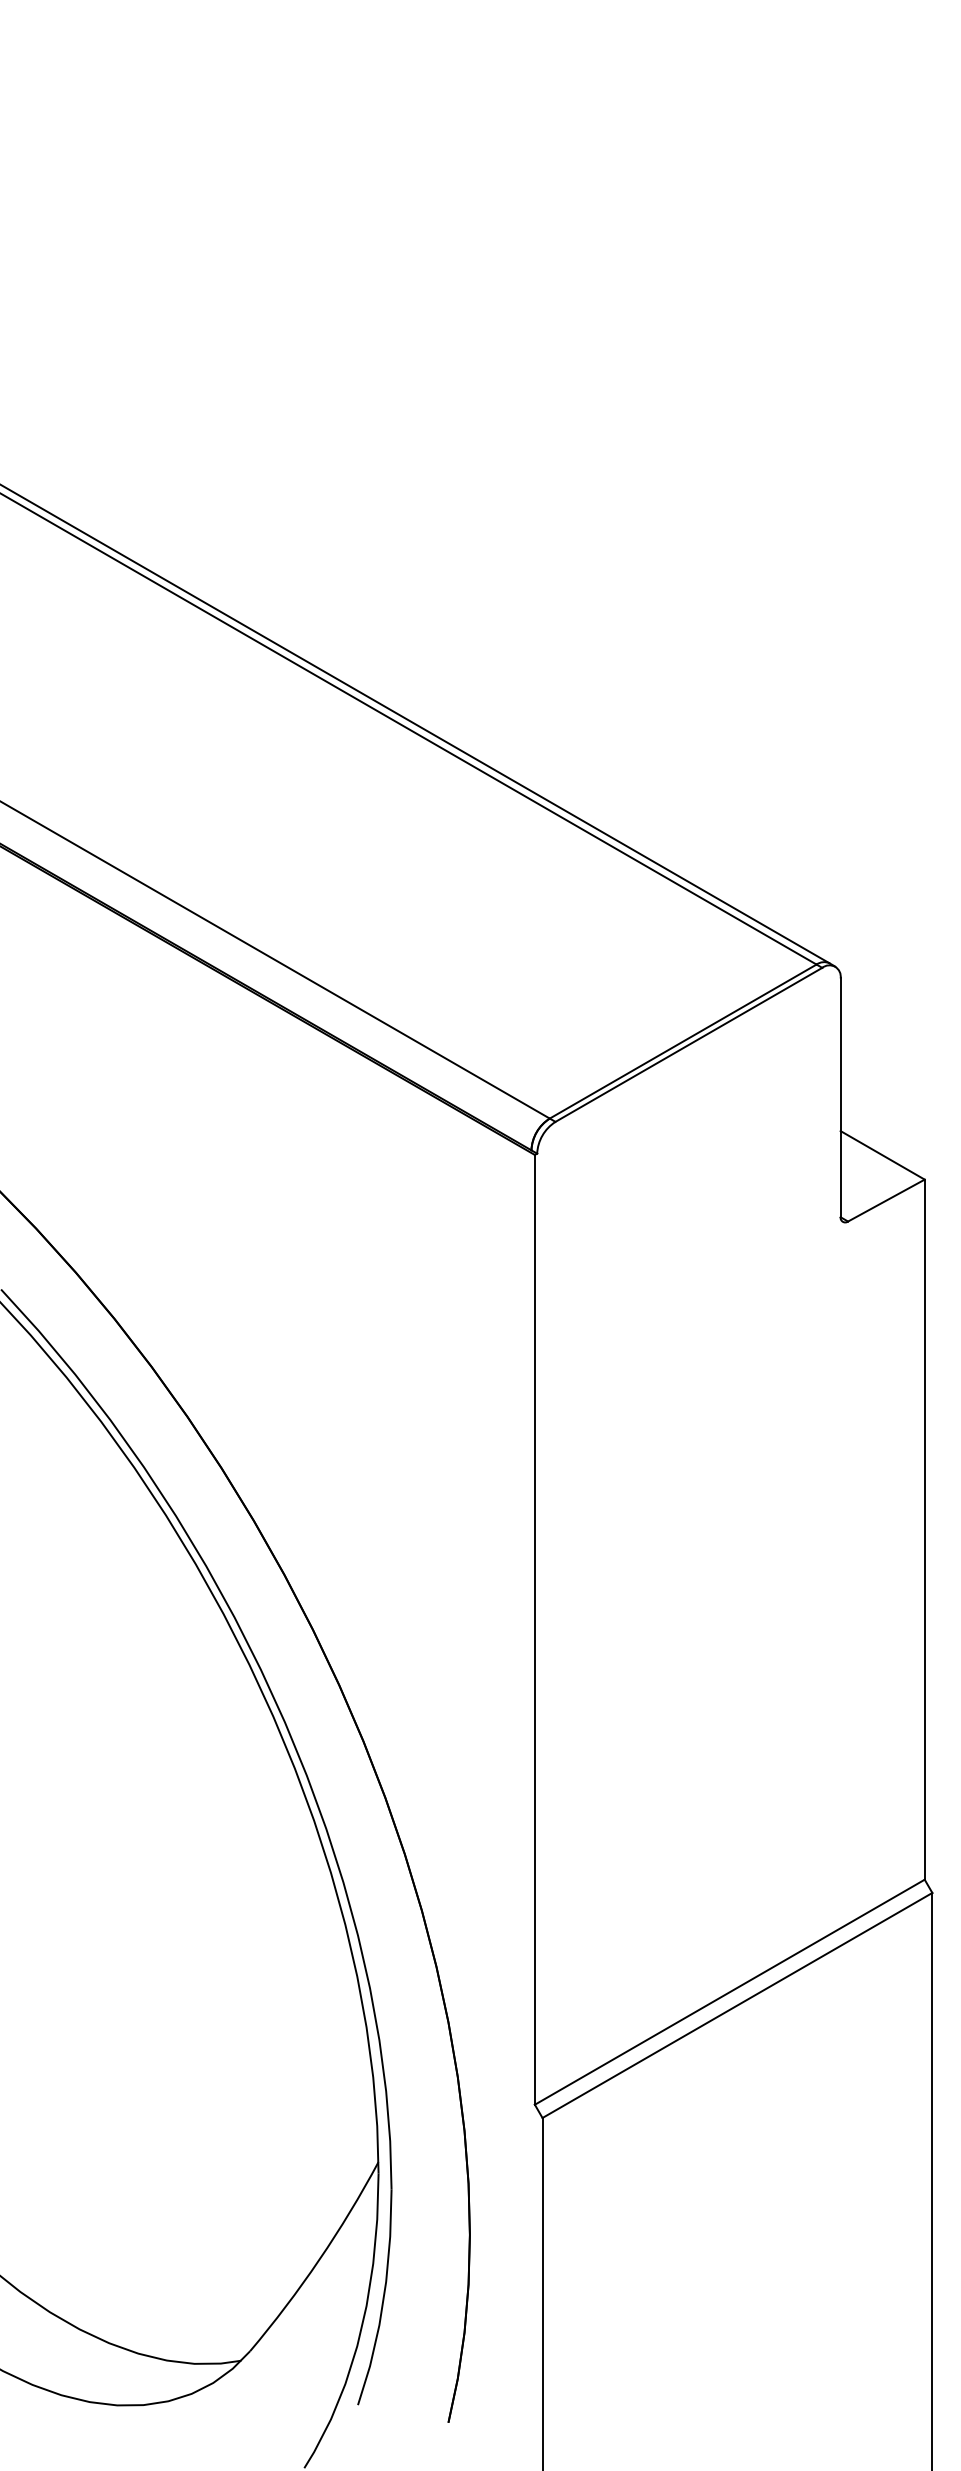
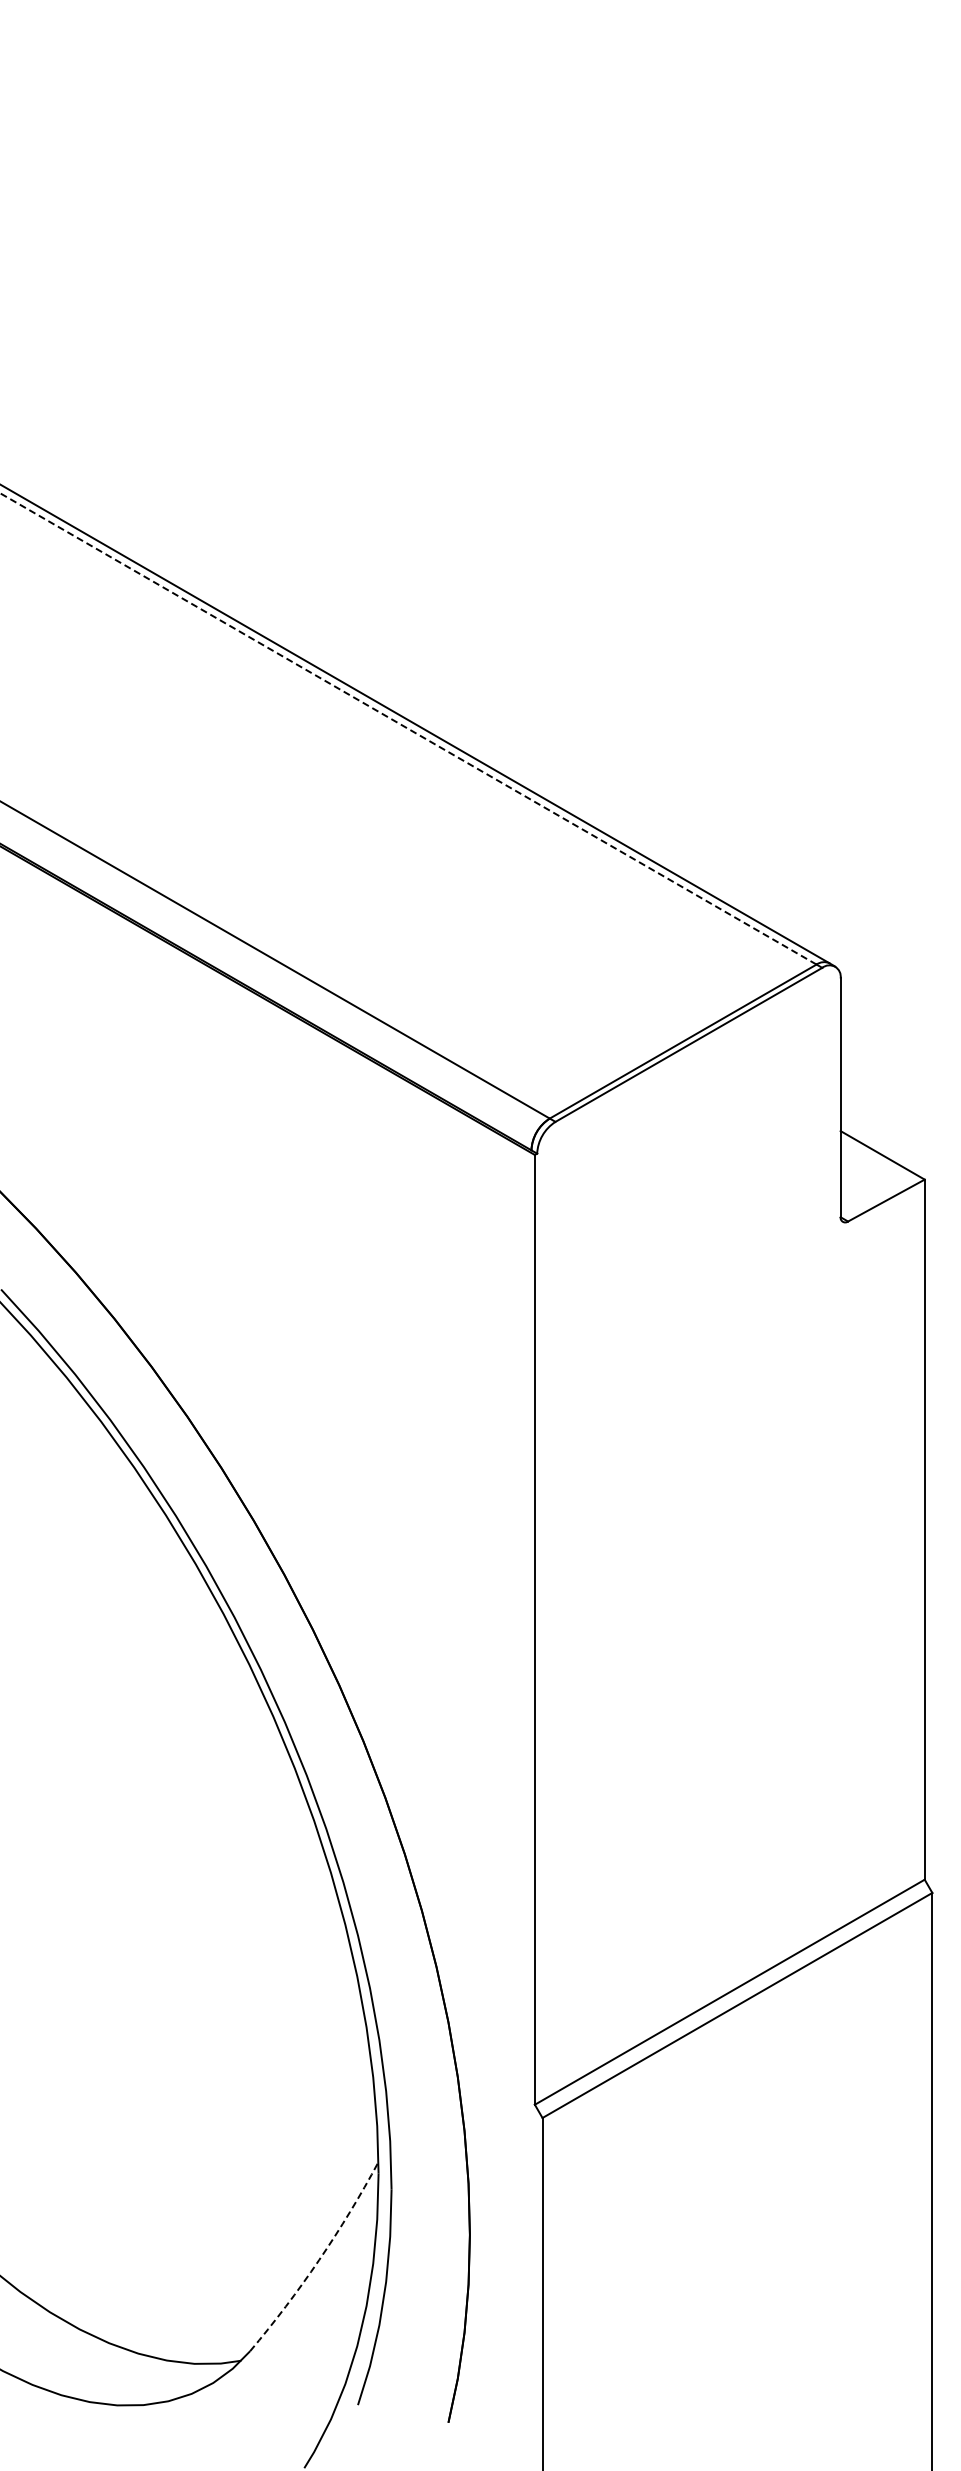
line at (407, 728): solid -> dashed
arc at (319, 2260): solid -> dashed
